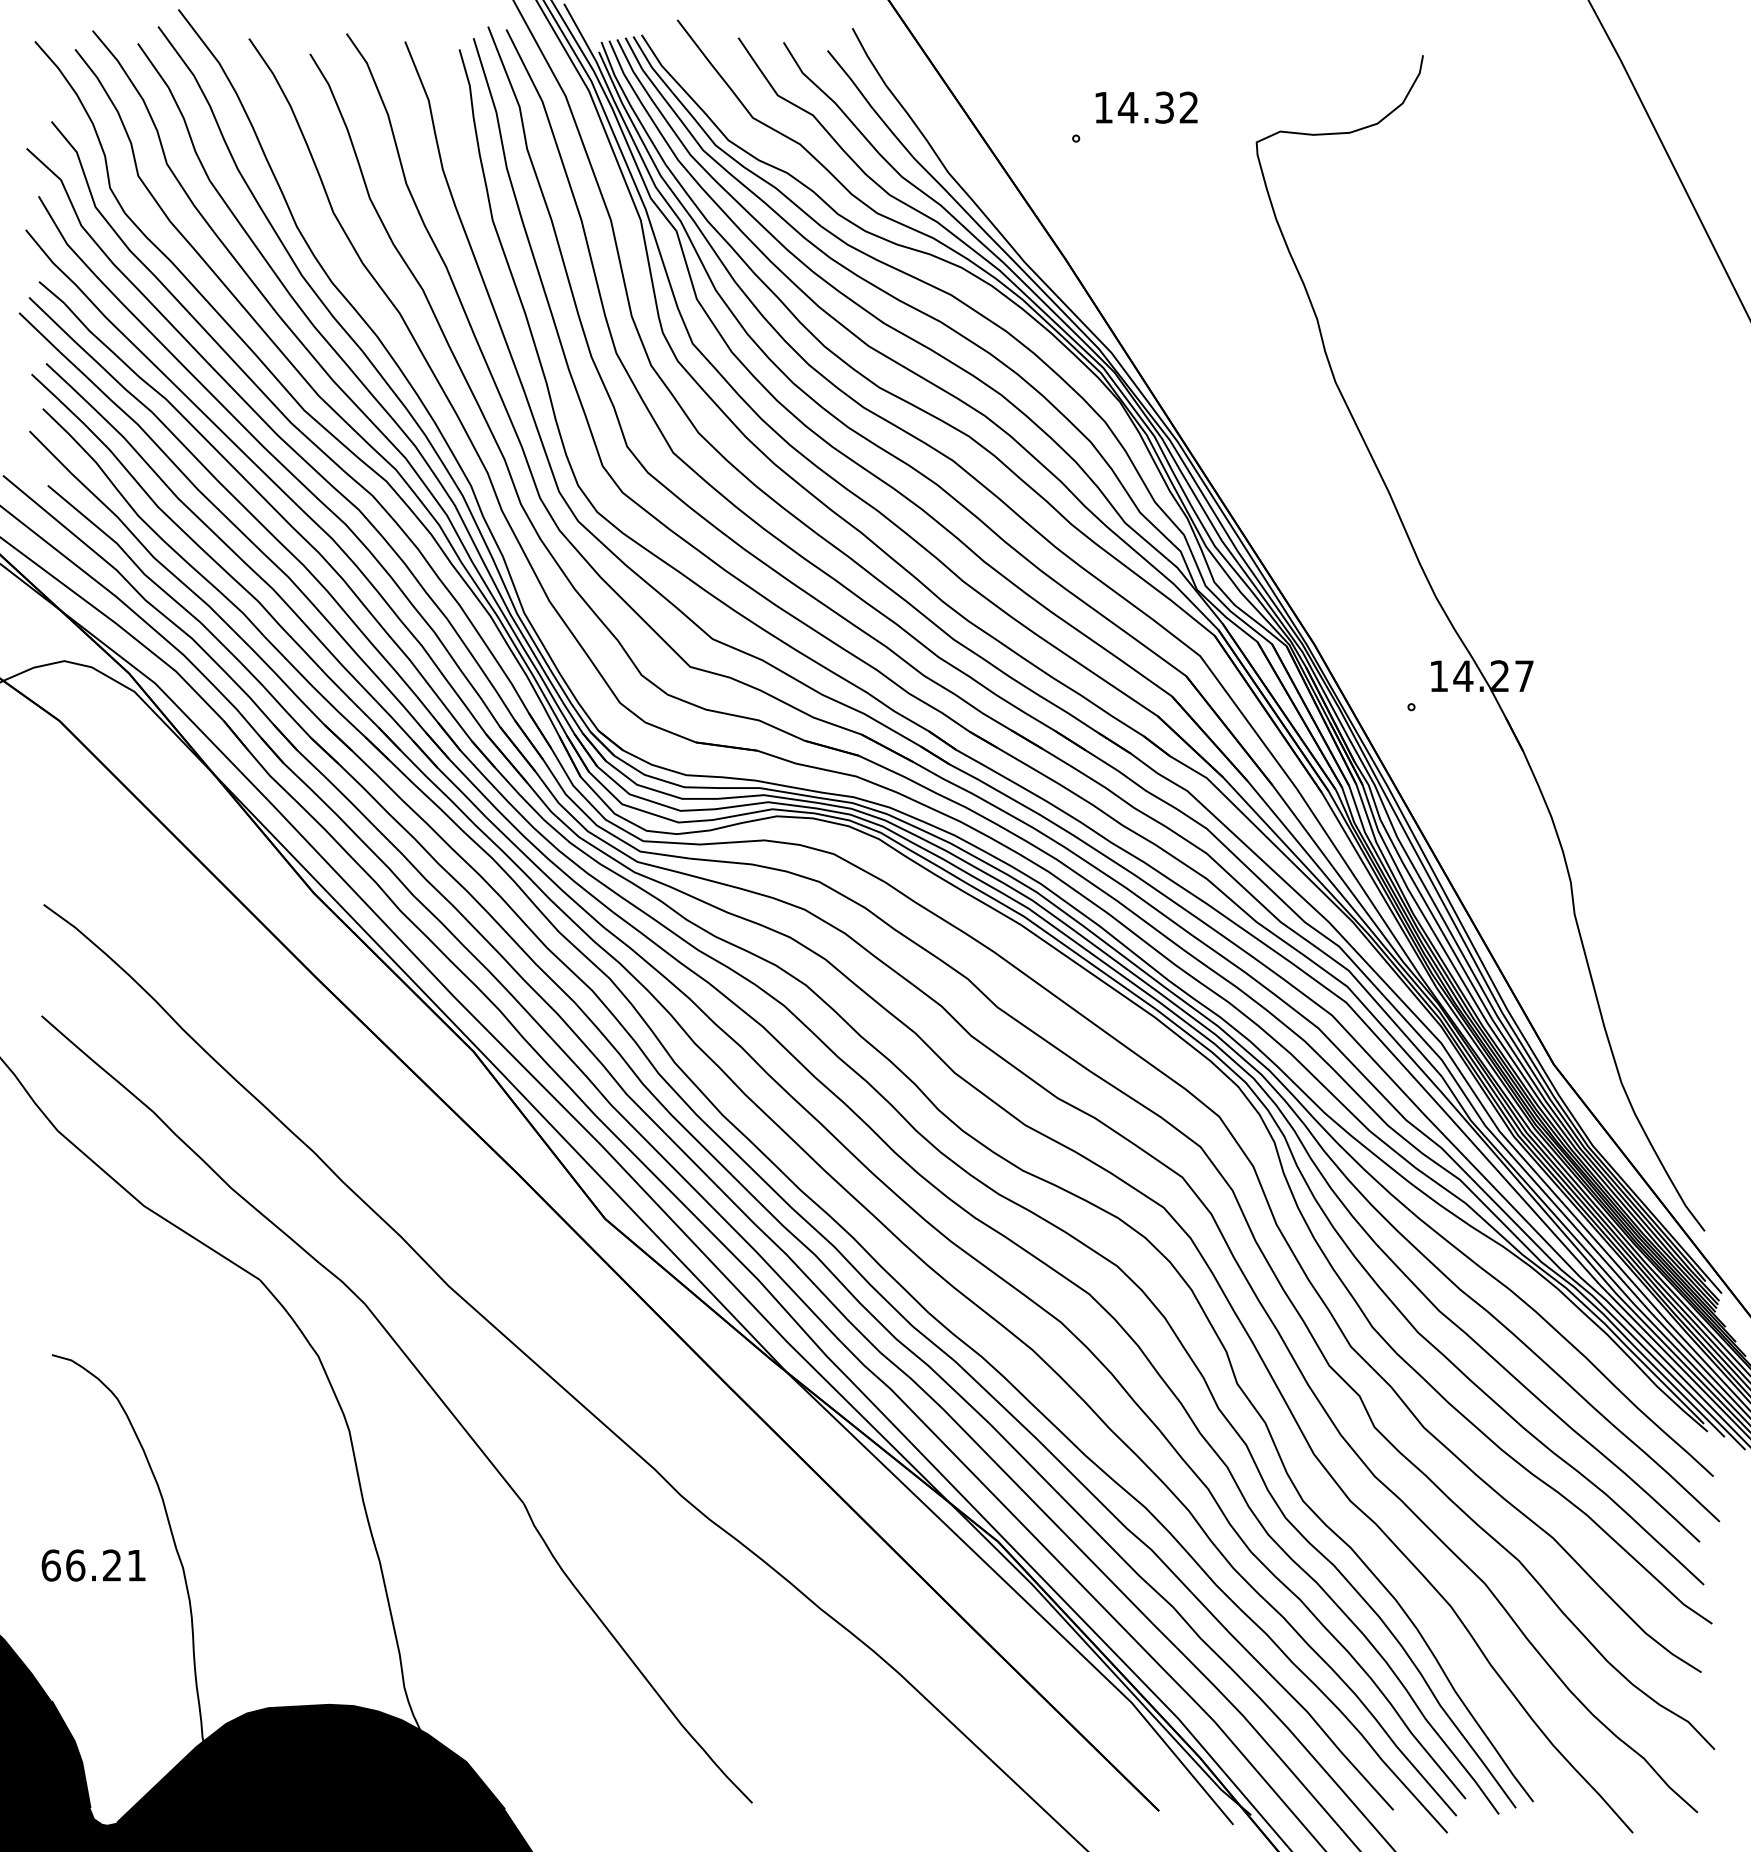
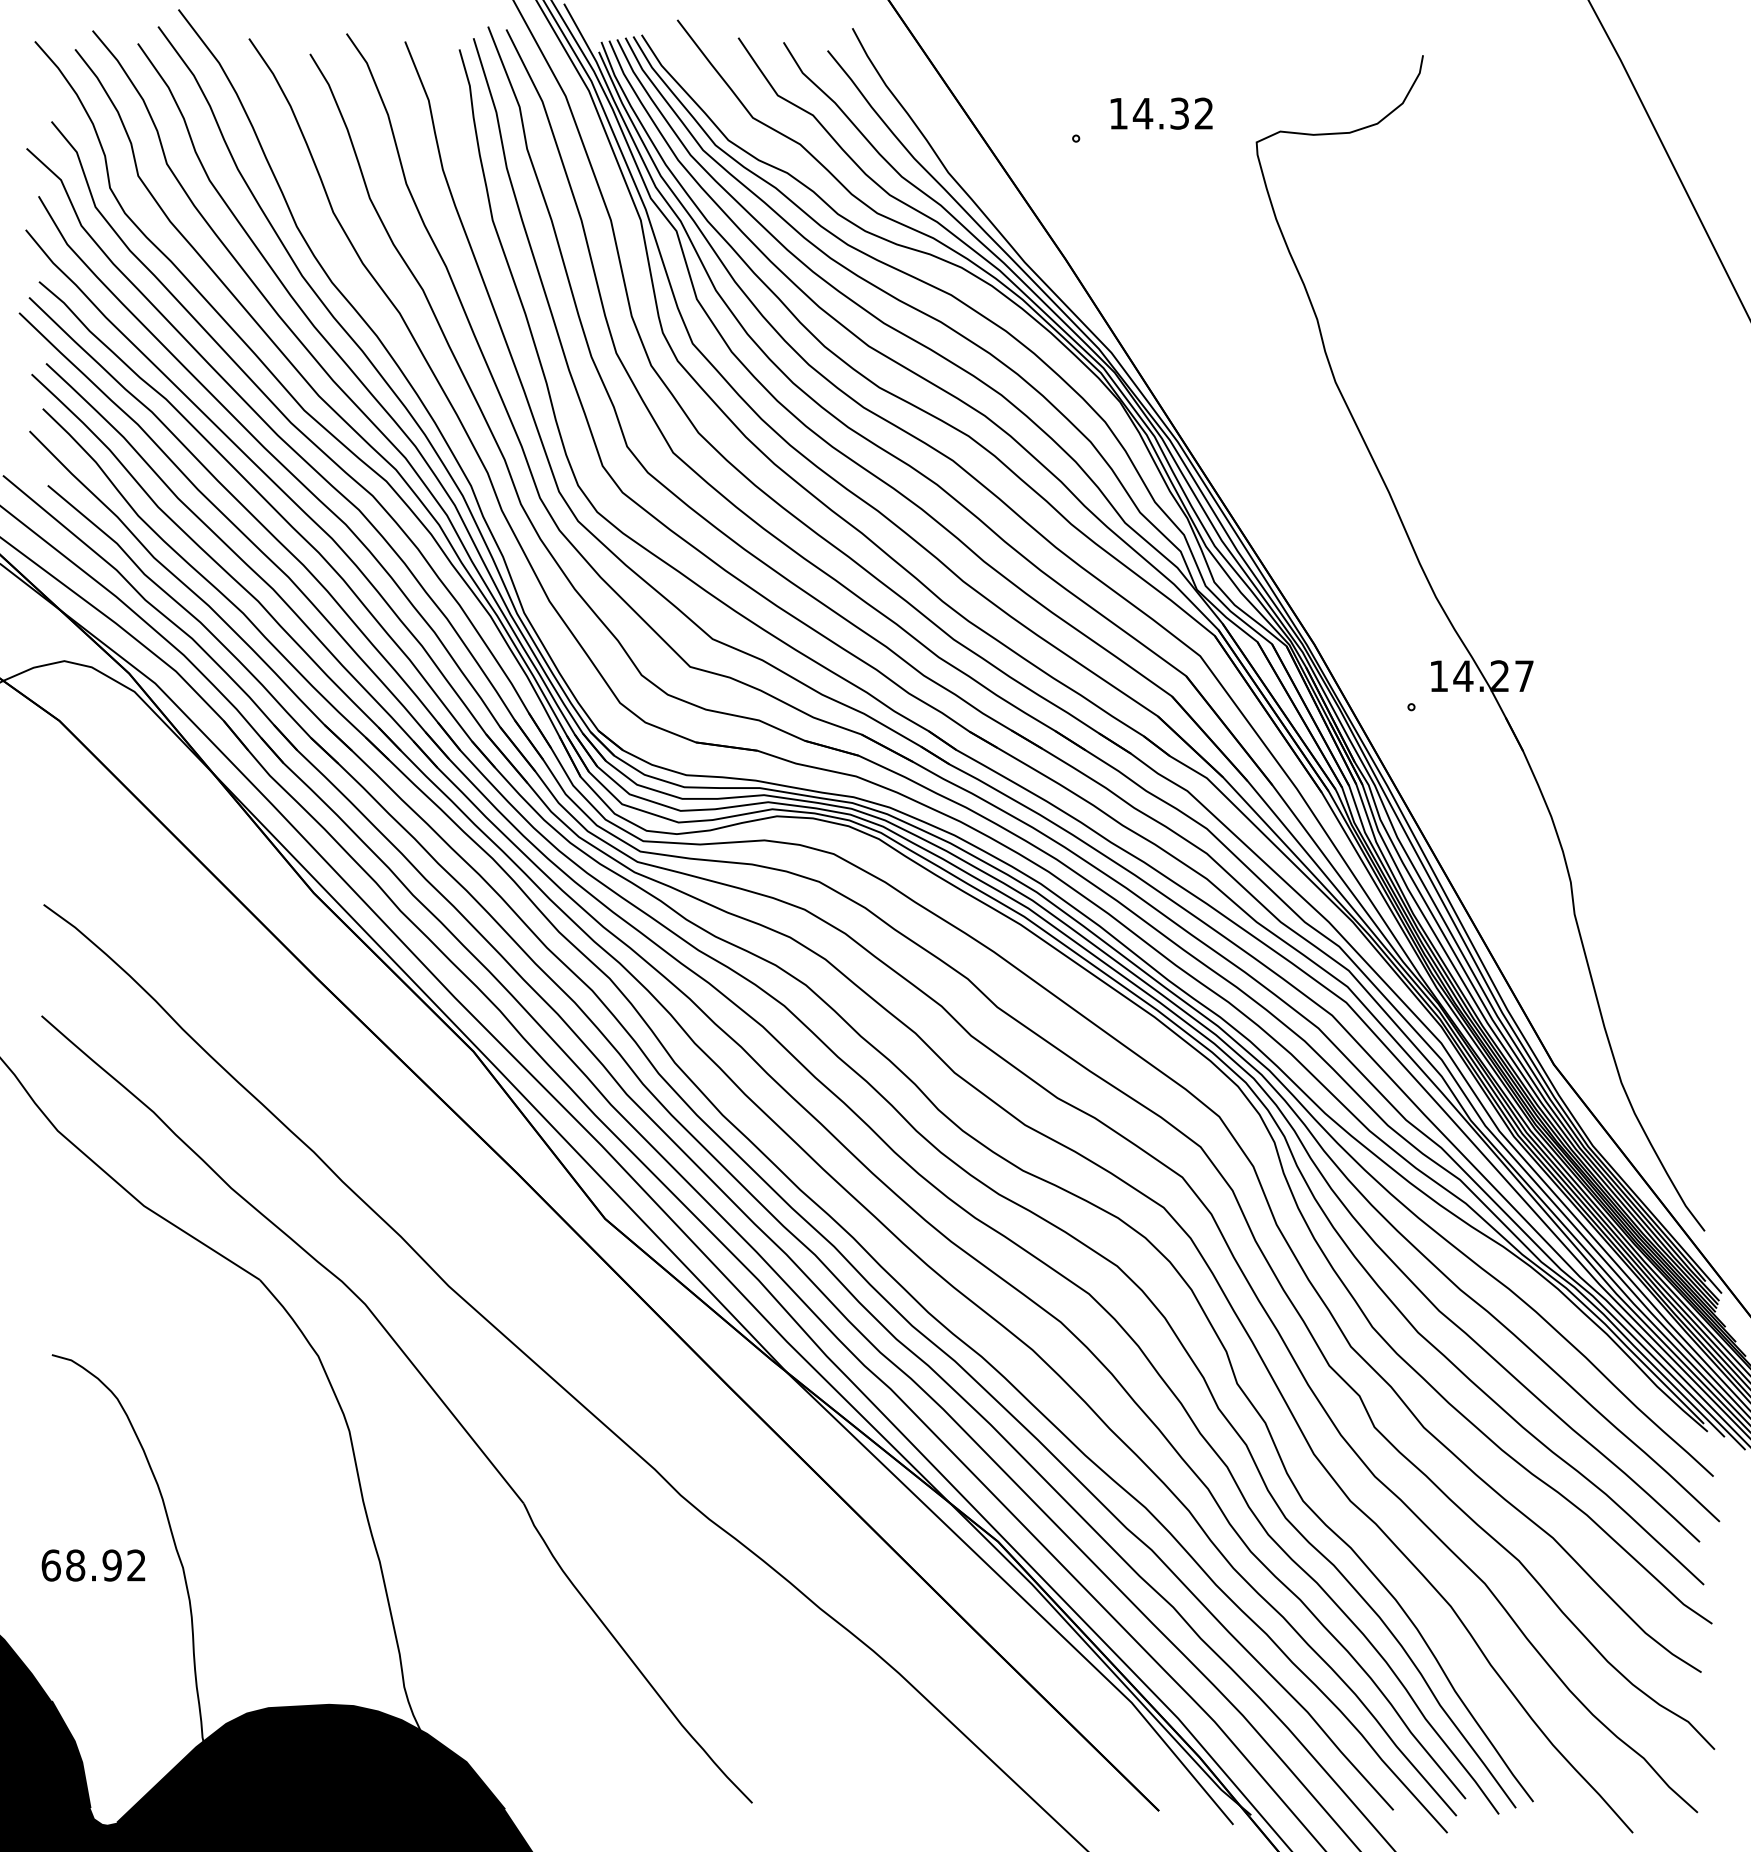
text at (1146, 107) position: (1146, 107) -> (1161, 113)
text at (105, 1565): 66.21 -> 68.92
